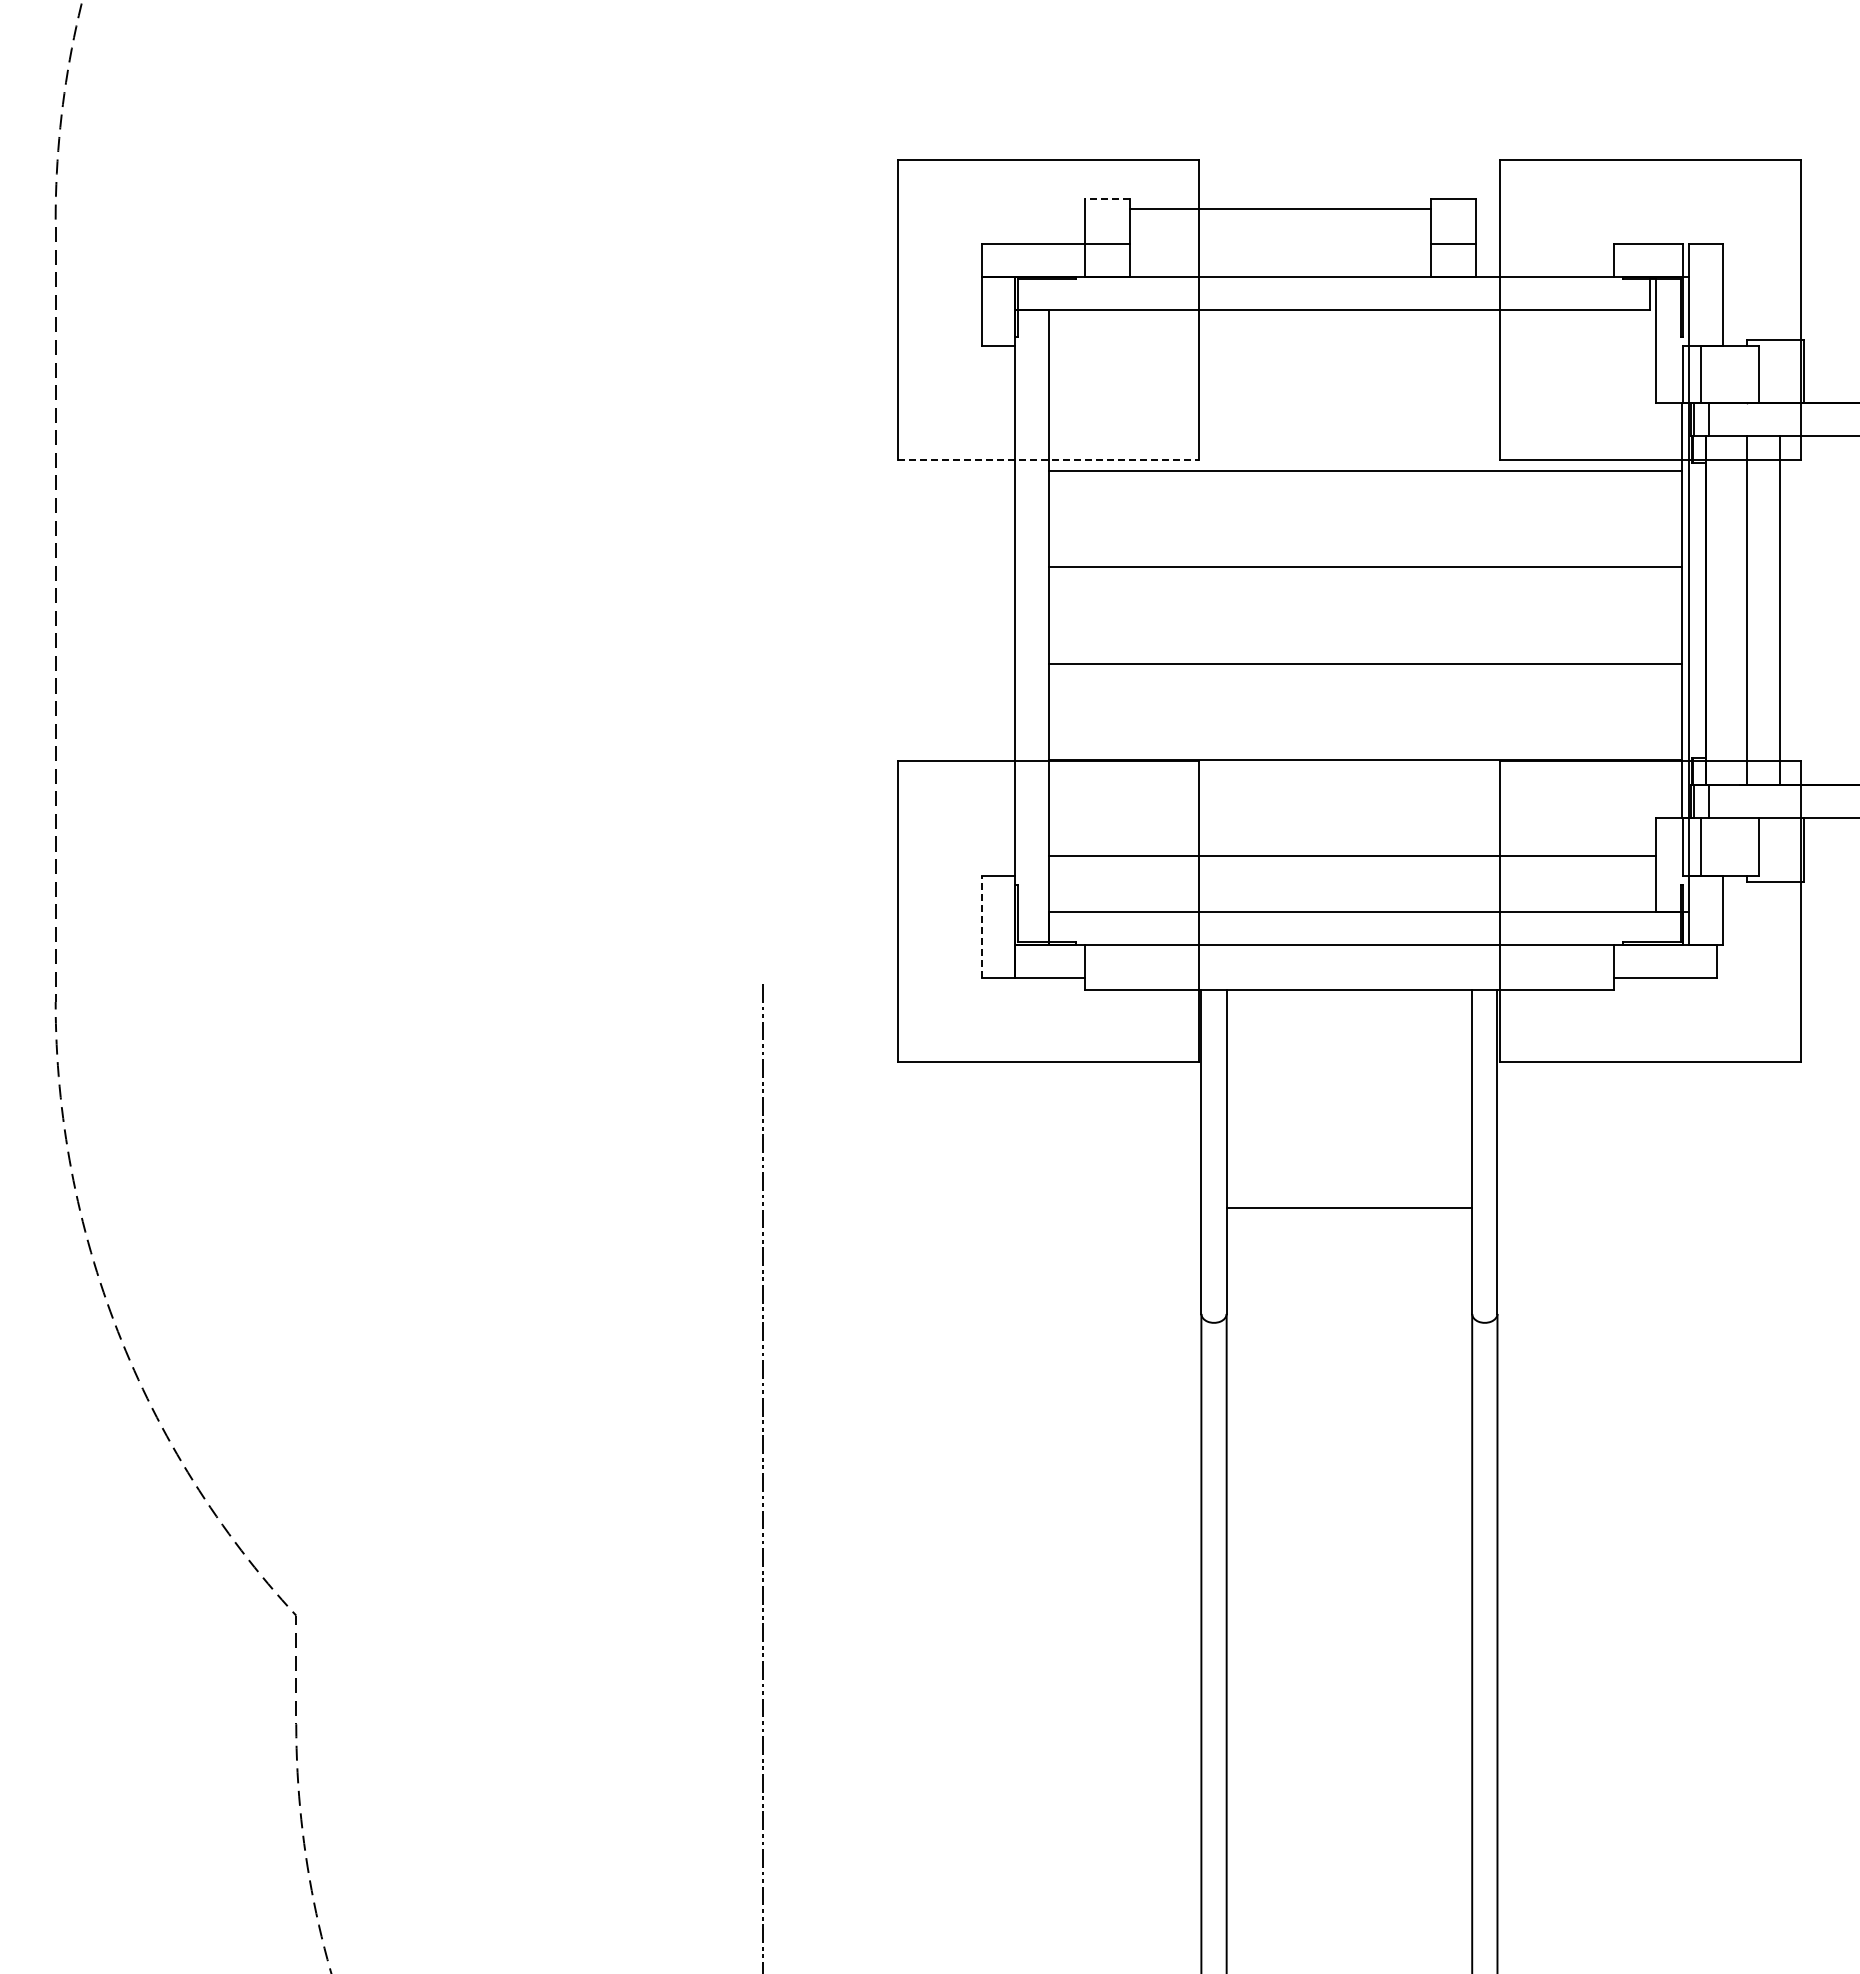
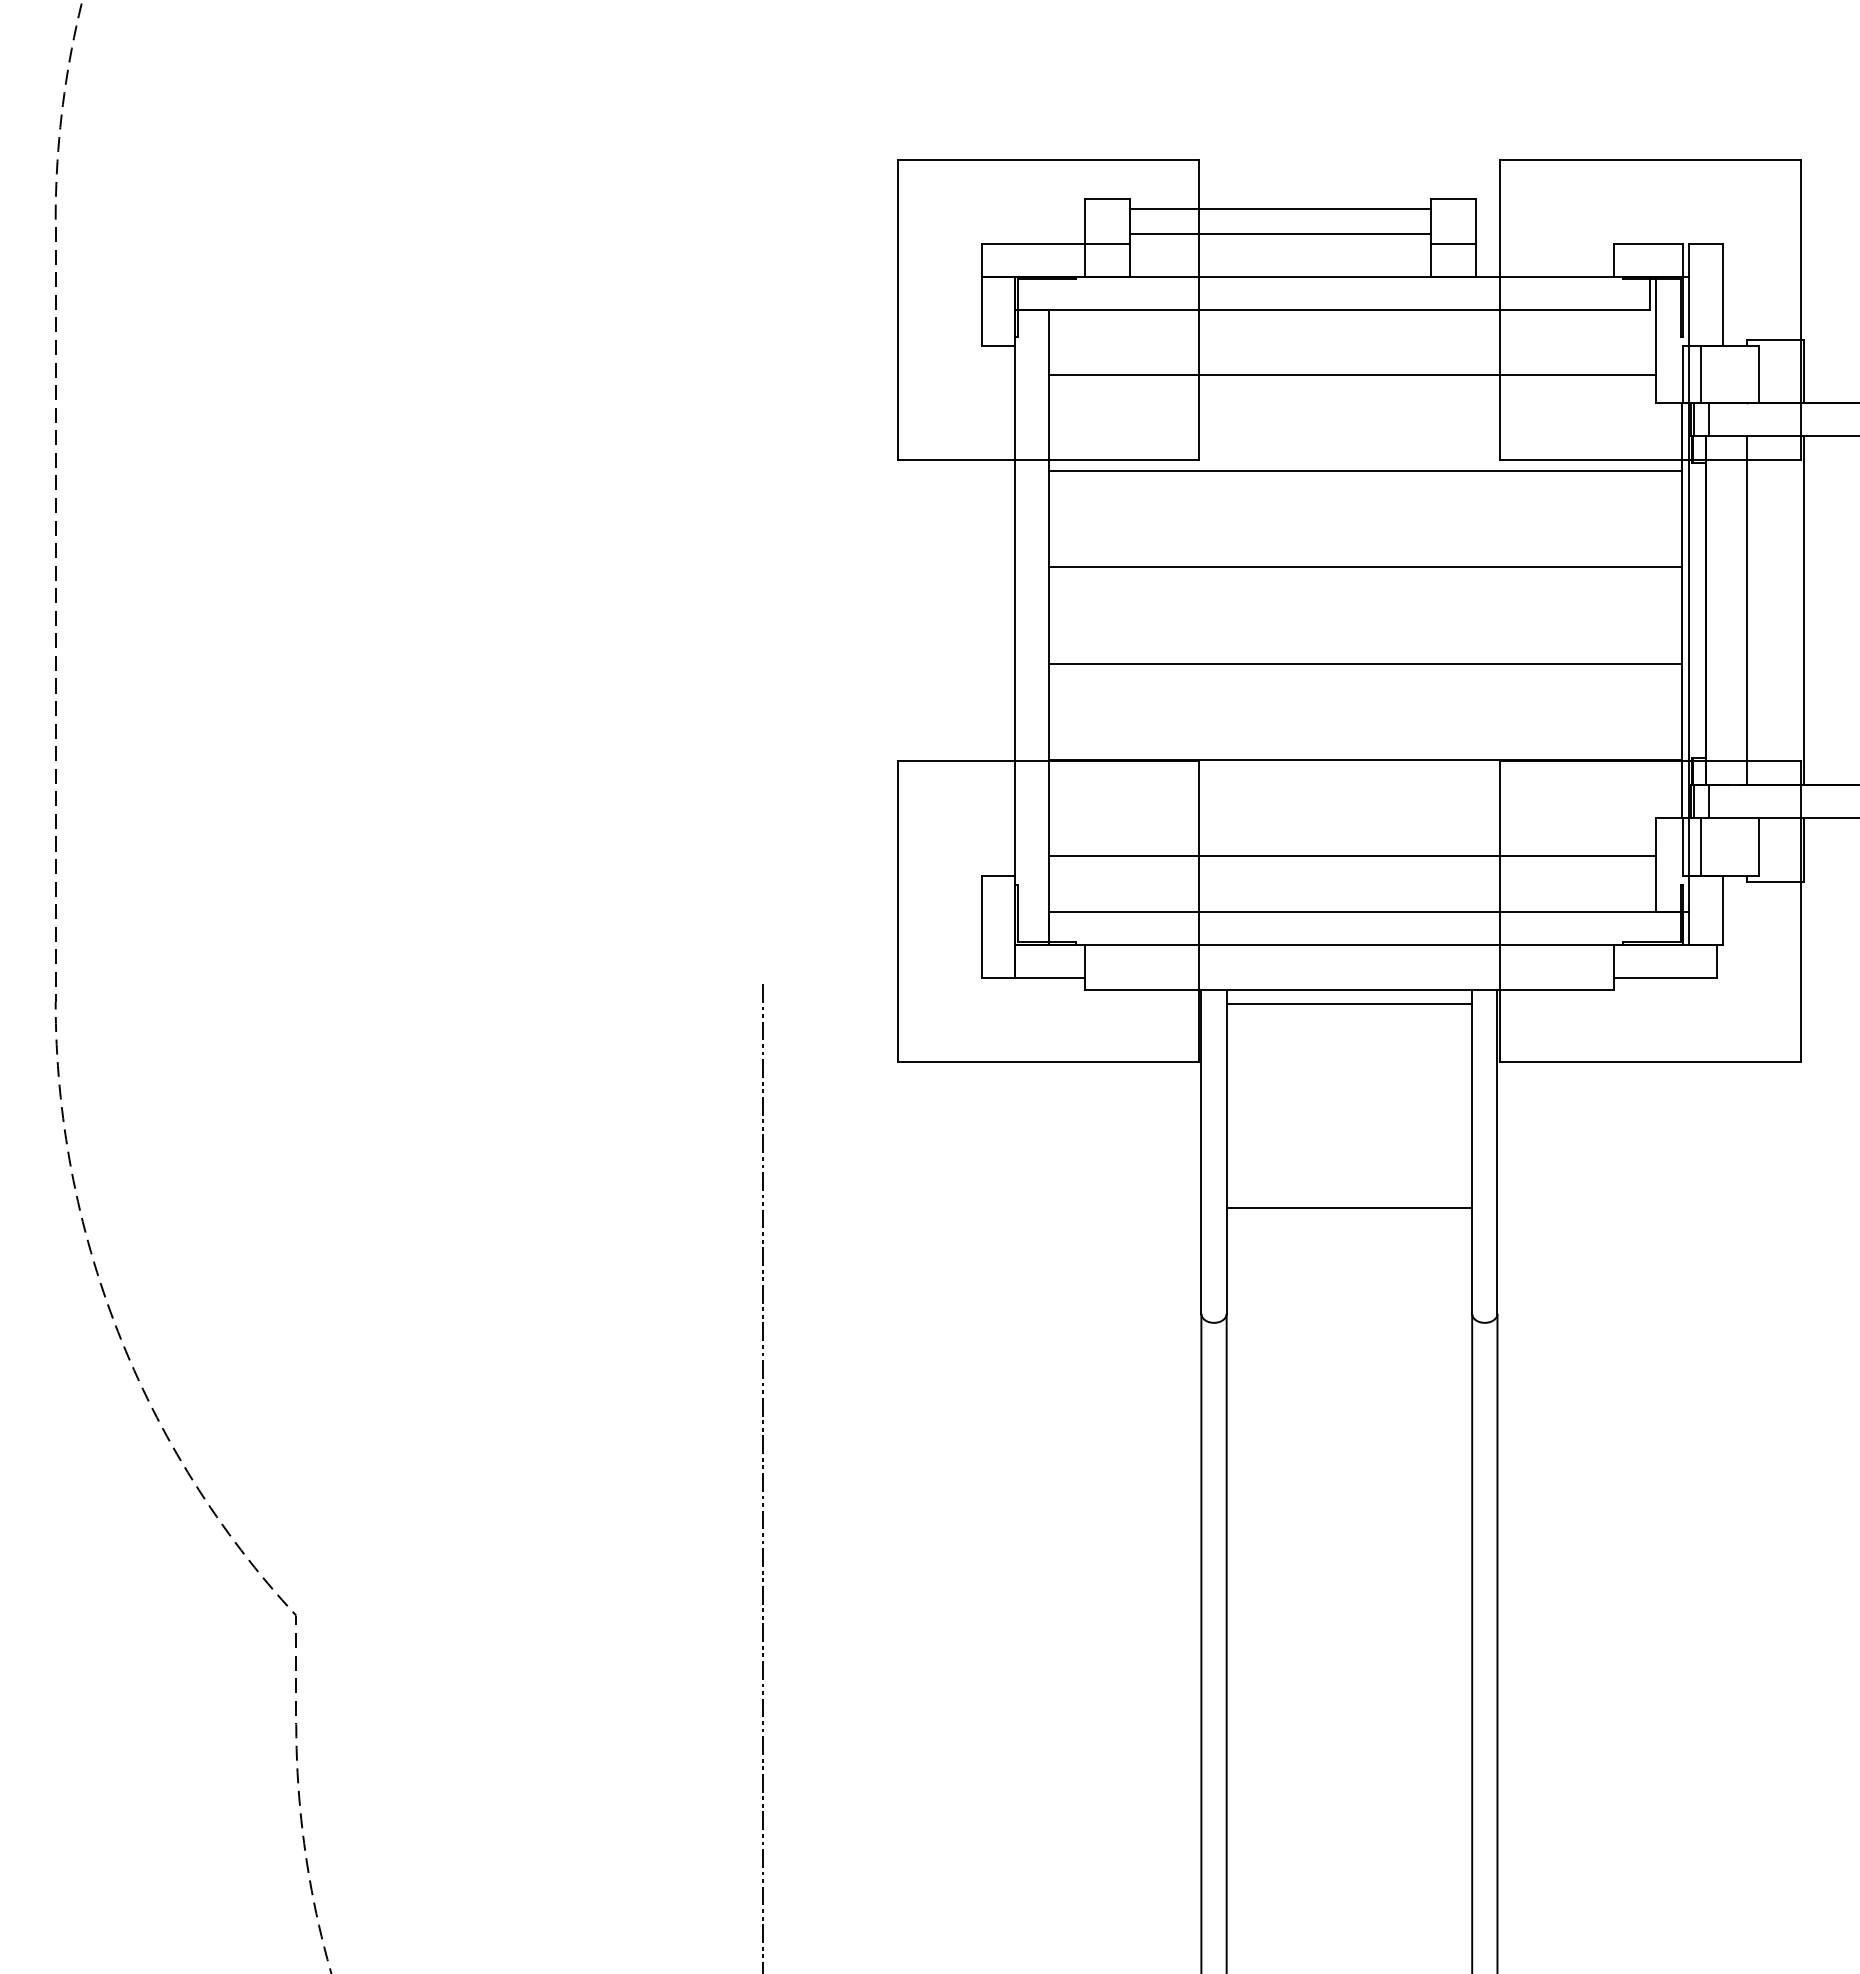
line at (1107, 198): dashed -> solid
line at (1279, 233): none -> present
line at (1352, 374): none -> present
line at (1049, 460): dashed -> solid
line at (1779, 610) position: (1779, 610) -> (1803, 610)
line at (982, 926): dashed -> solid
line at (1349, 1004): none -> present
